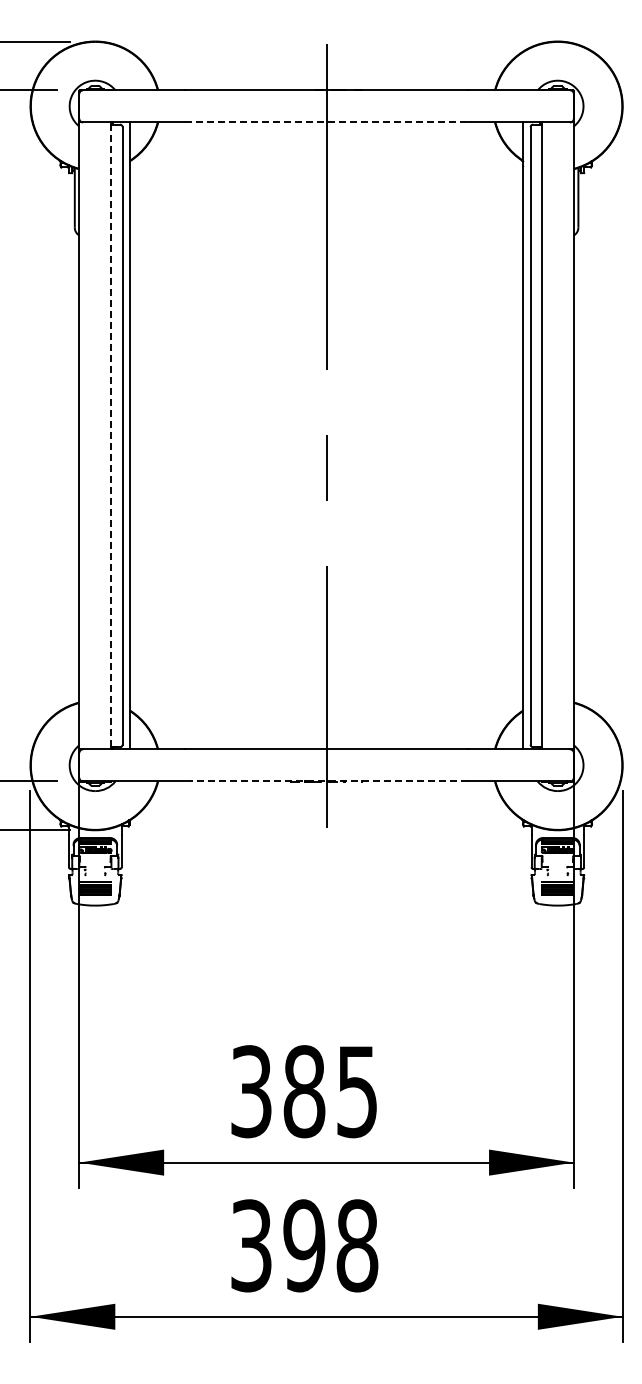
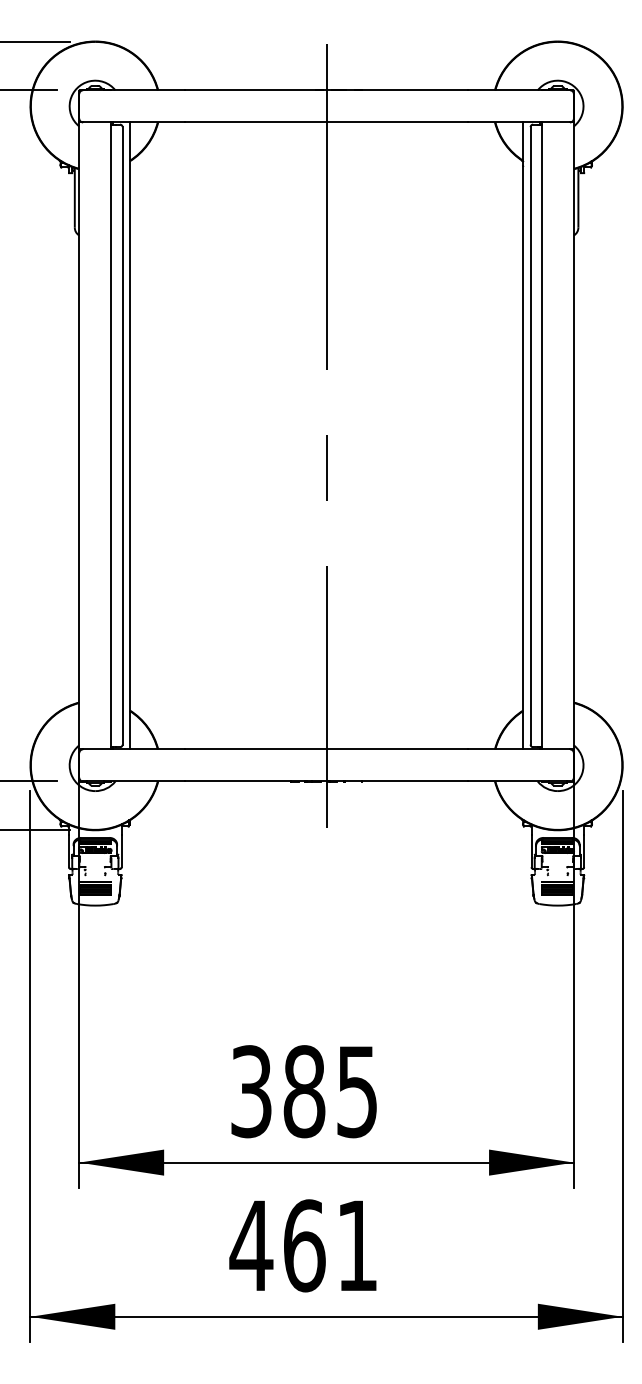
line at (327, 122): dashed -> solid
line at (111, 435): dashed -> solid
line at (326, 781): dashed -> solid
text at (303, 1245): 398 -> 461
